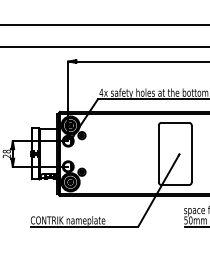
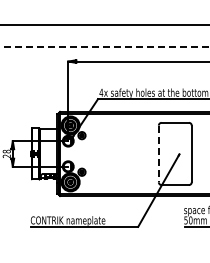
line at (104, 47): solid -> dashed
line at (158, 154): solid -> dashed
